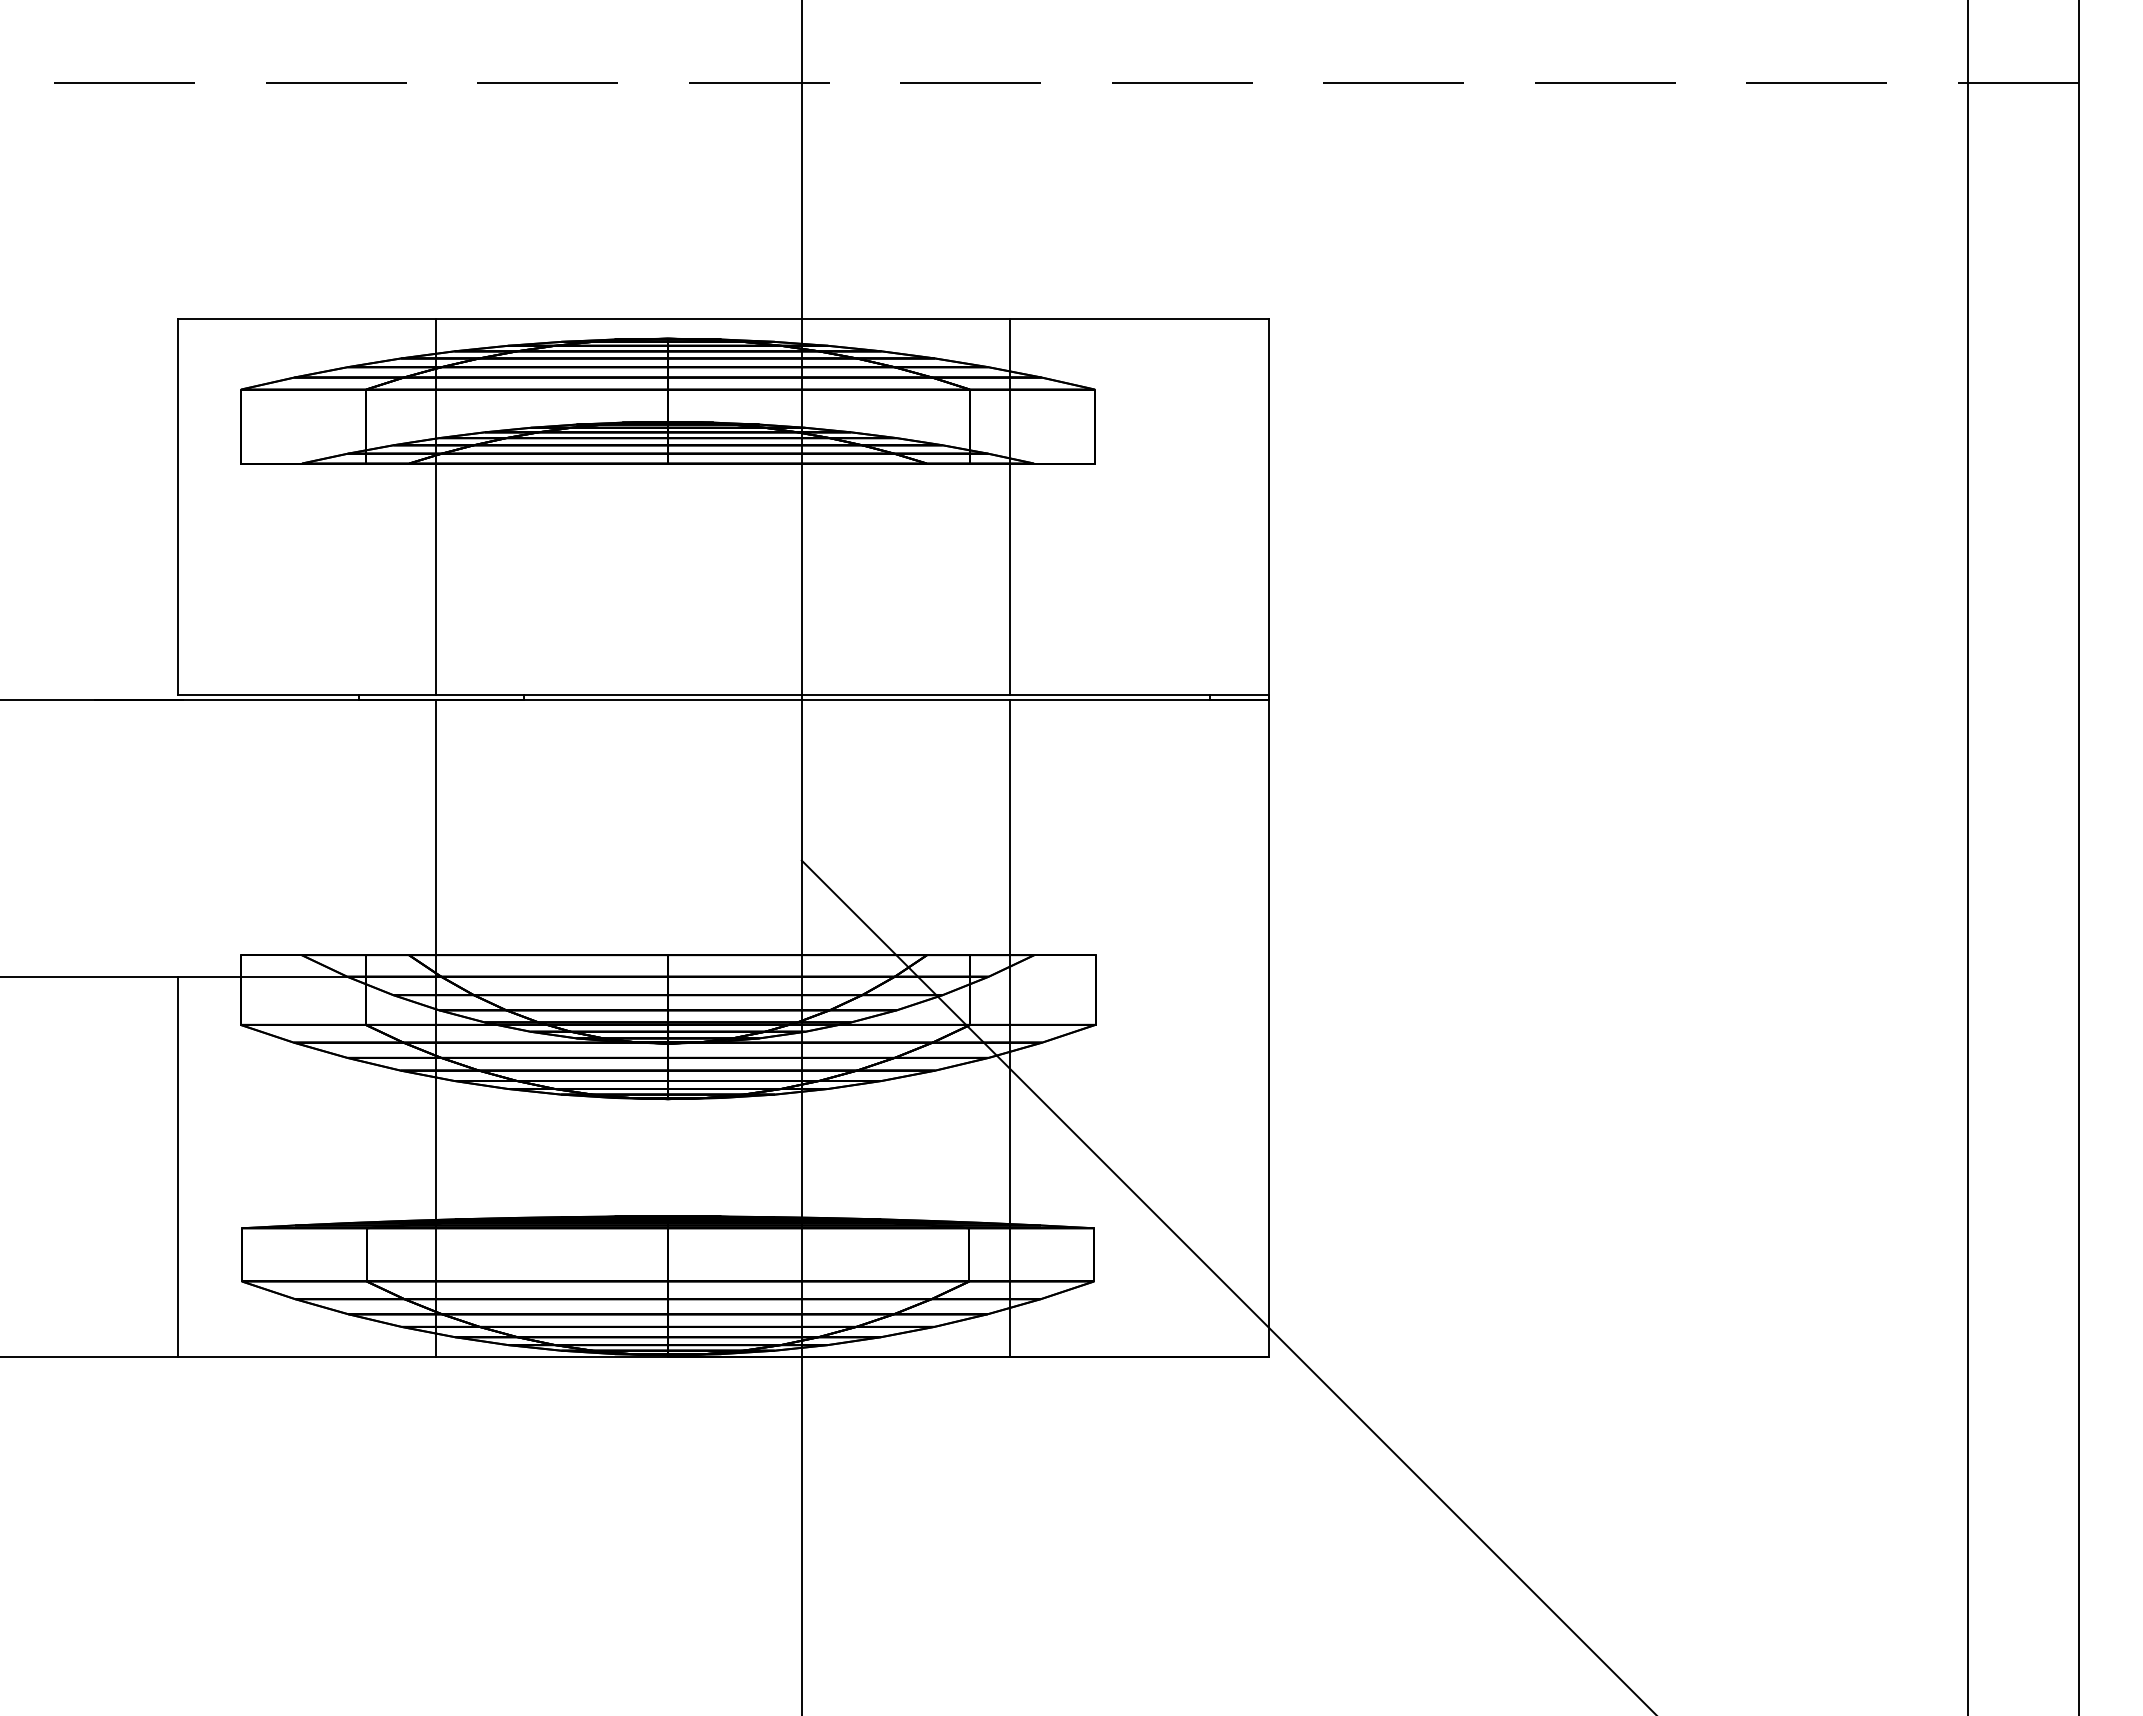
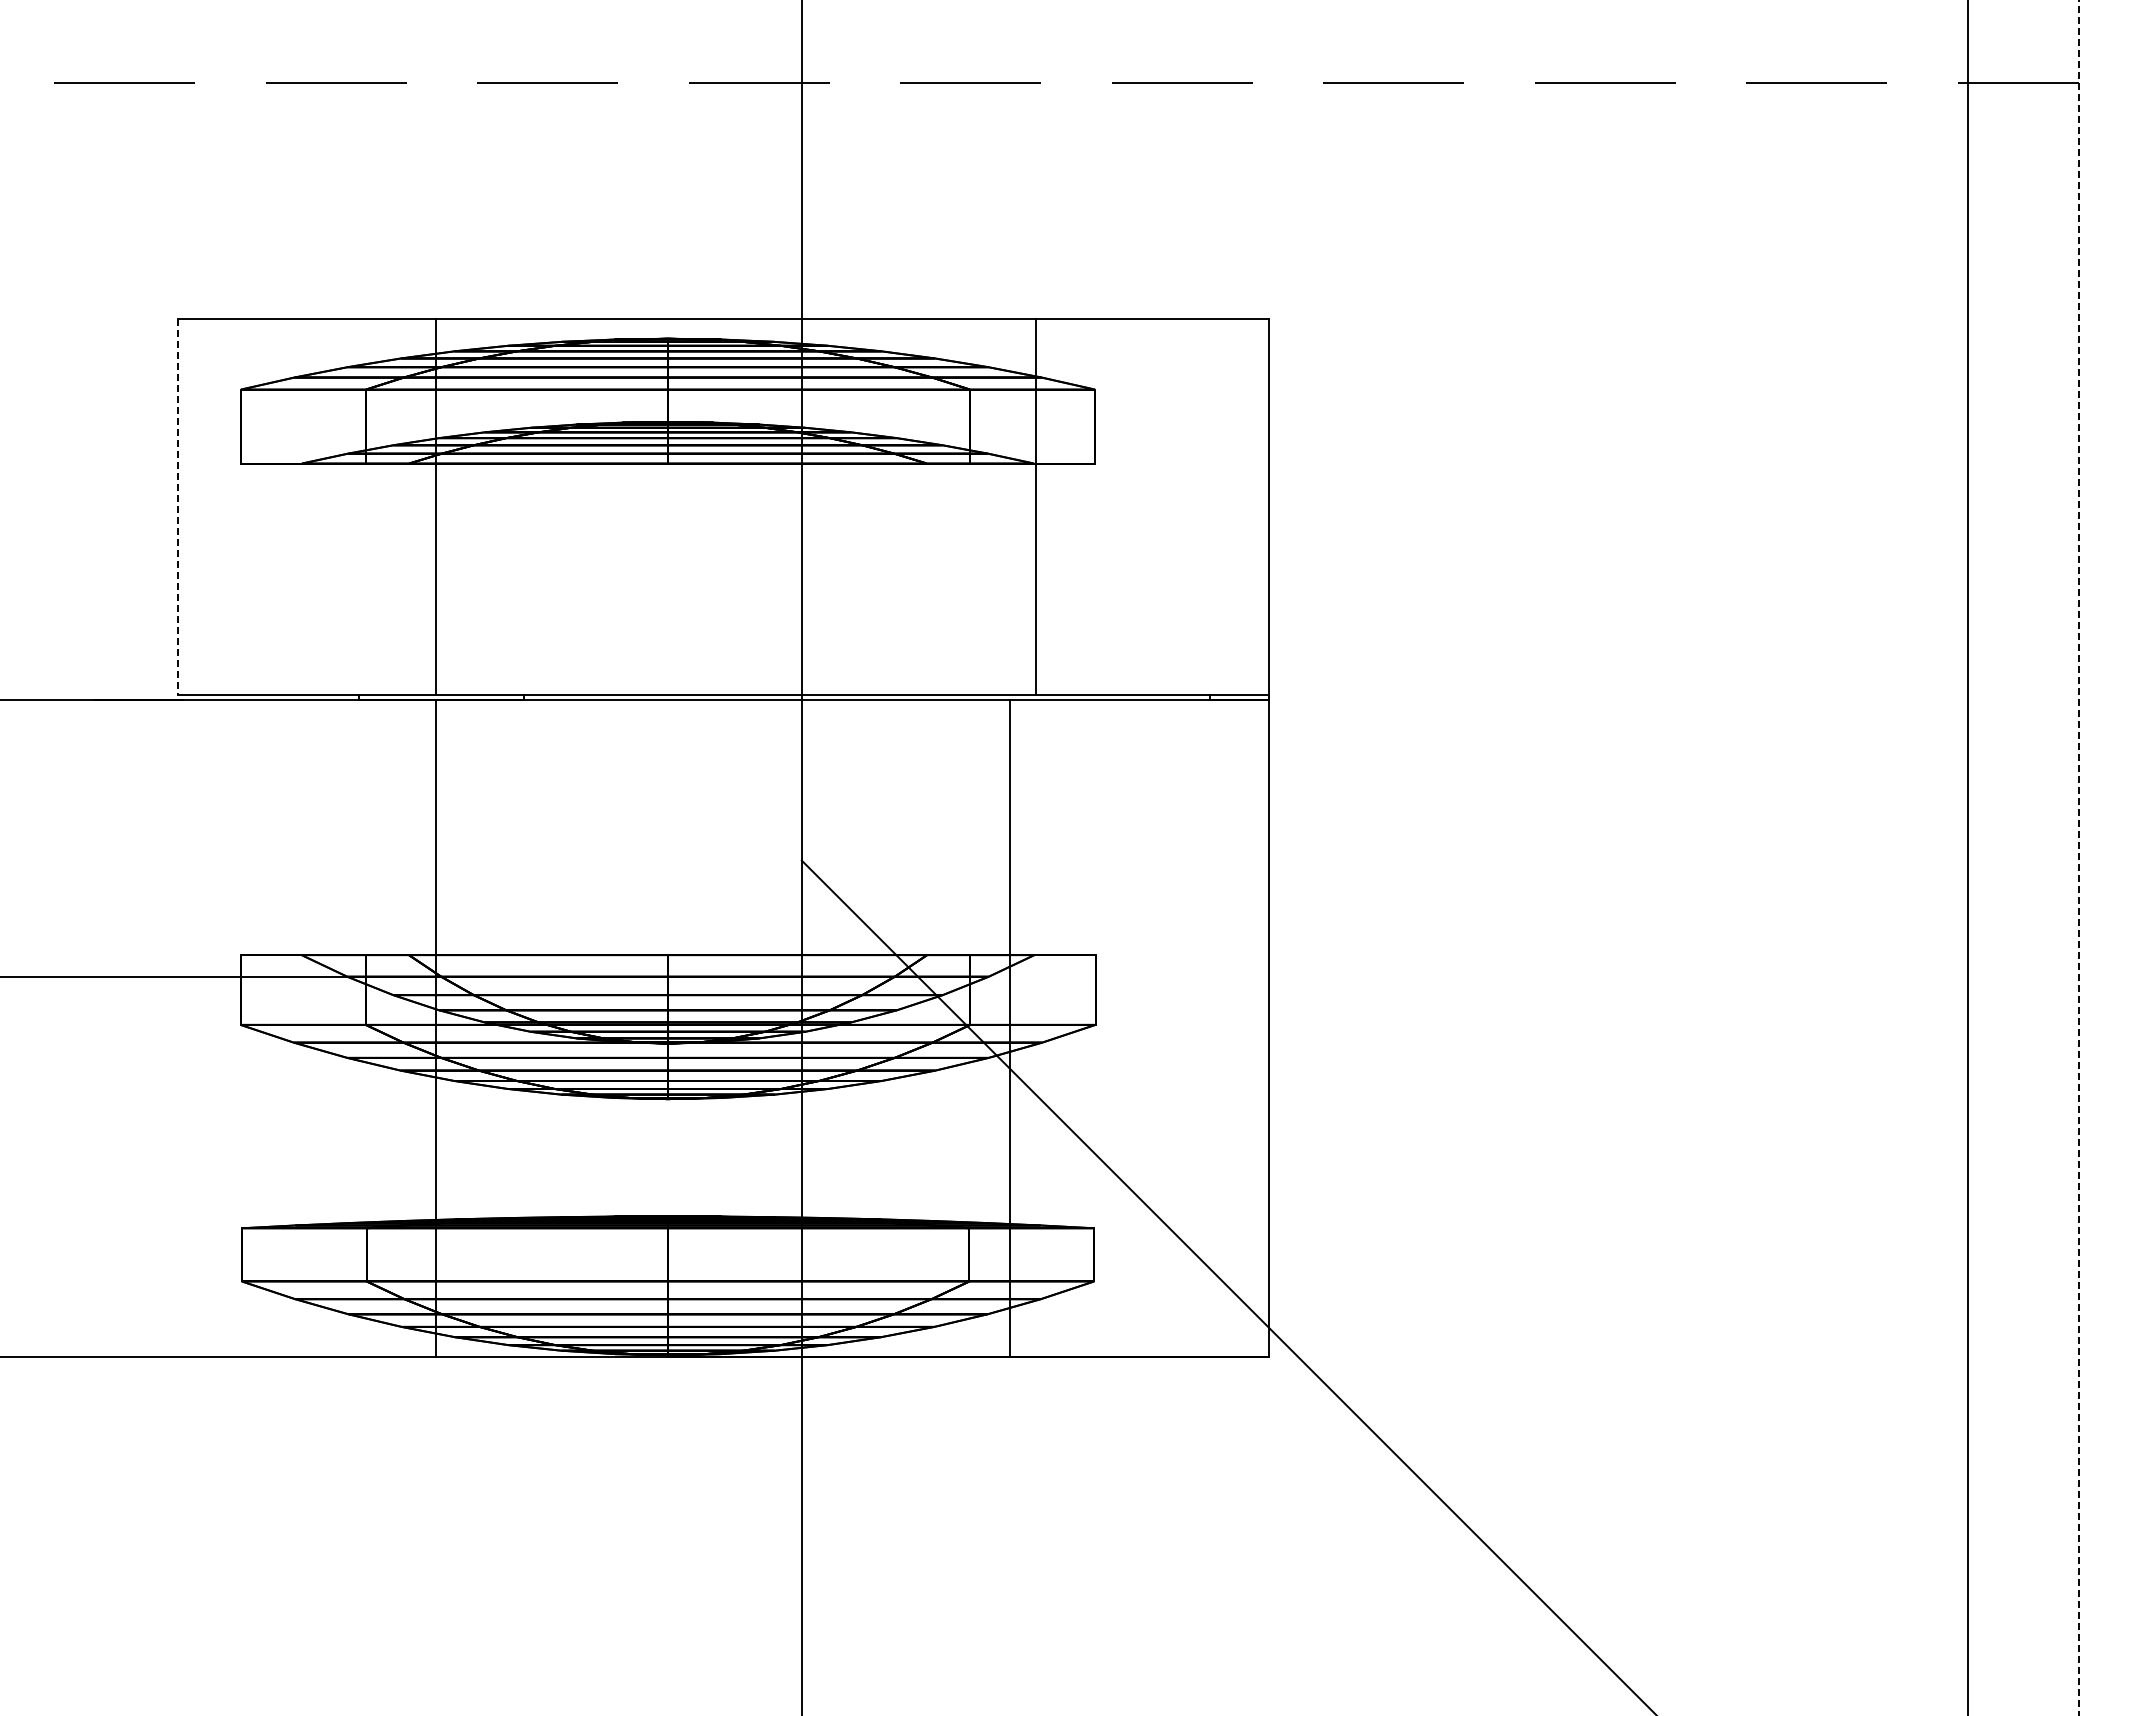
line at (177, 506): solid -> dashed
line at (1010, 506) position: (1010, 506) -> (1036, 506)
line at (2078, 858): solid -> dashed
line at (177, 1166): present -> none
